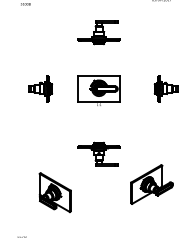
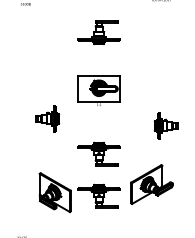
part at (40, 88) position: (40, 88) -> (47, 118)
part at (165, 88) position: (165, 88) -> (165, 125)
part at (98, 195): none -> present
